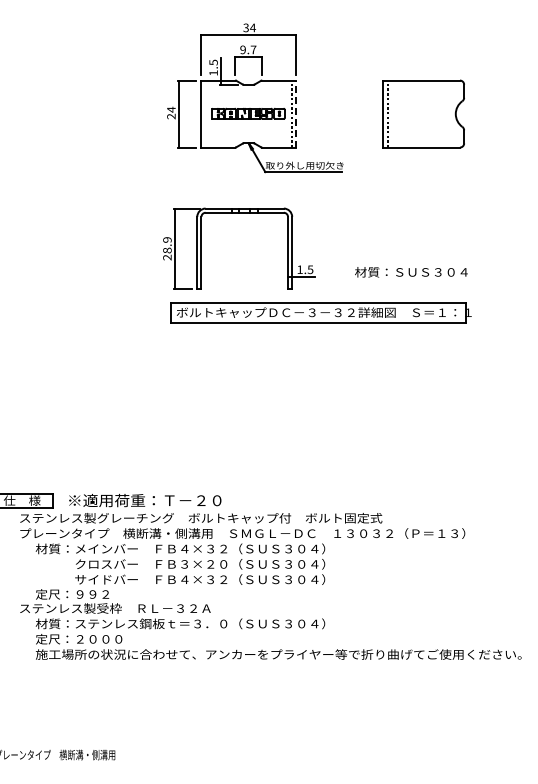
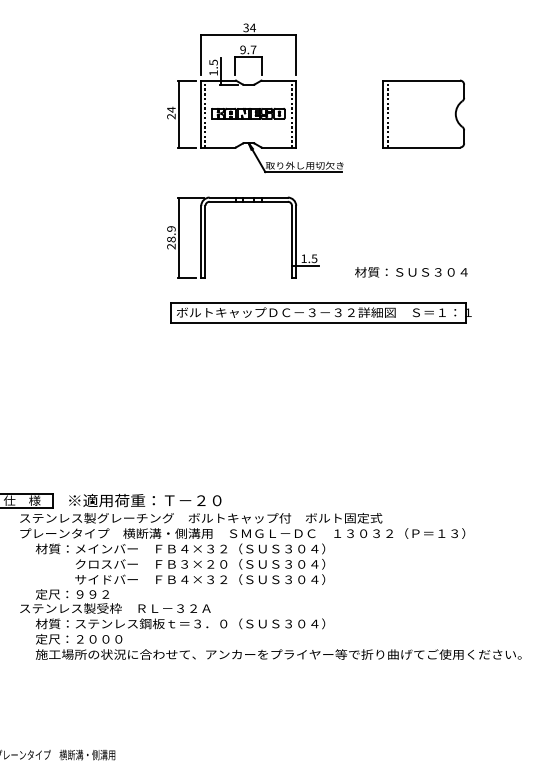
line at (205, 113): none -> present
line at (296, 114): dashed -> solid
part at (239, 213) position: (239, 213) -> (243, 202)
